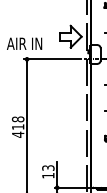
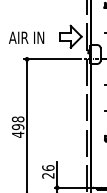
text at (24, 43) position: (24, 43) -> (26, 37)
text at (17, 127): 418 -> 498
text at (48, 171): 13 -> 26
